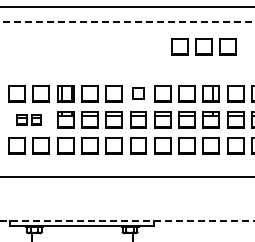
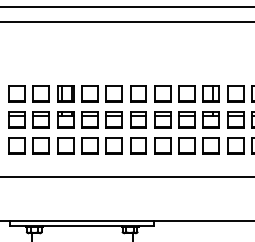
line at (126, 21): dashed -> solid
part at (203, 46): present -> none
part at (138, 93) size: 13x13 px -> 17x18 px
part at (28, 119) size: 26x12 px -> 42x18 px
line at (127, 221): dashed -> solid
